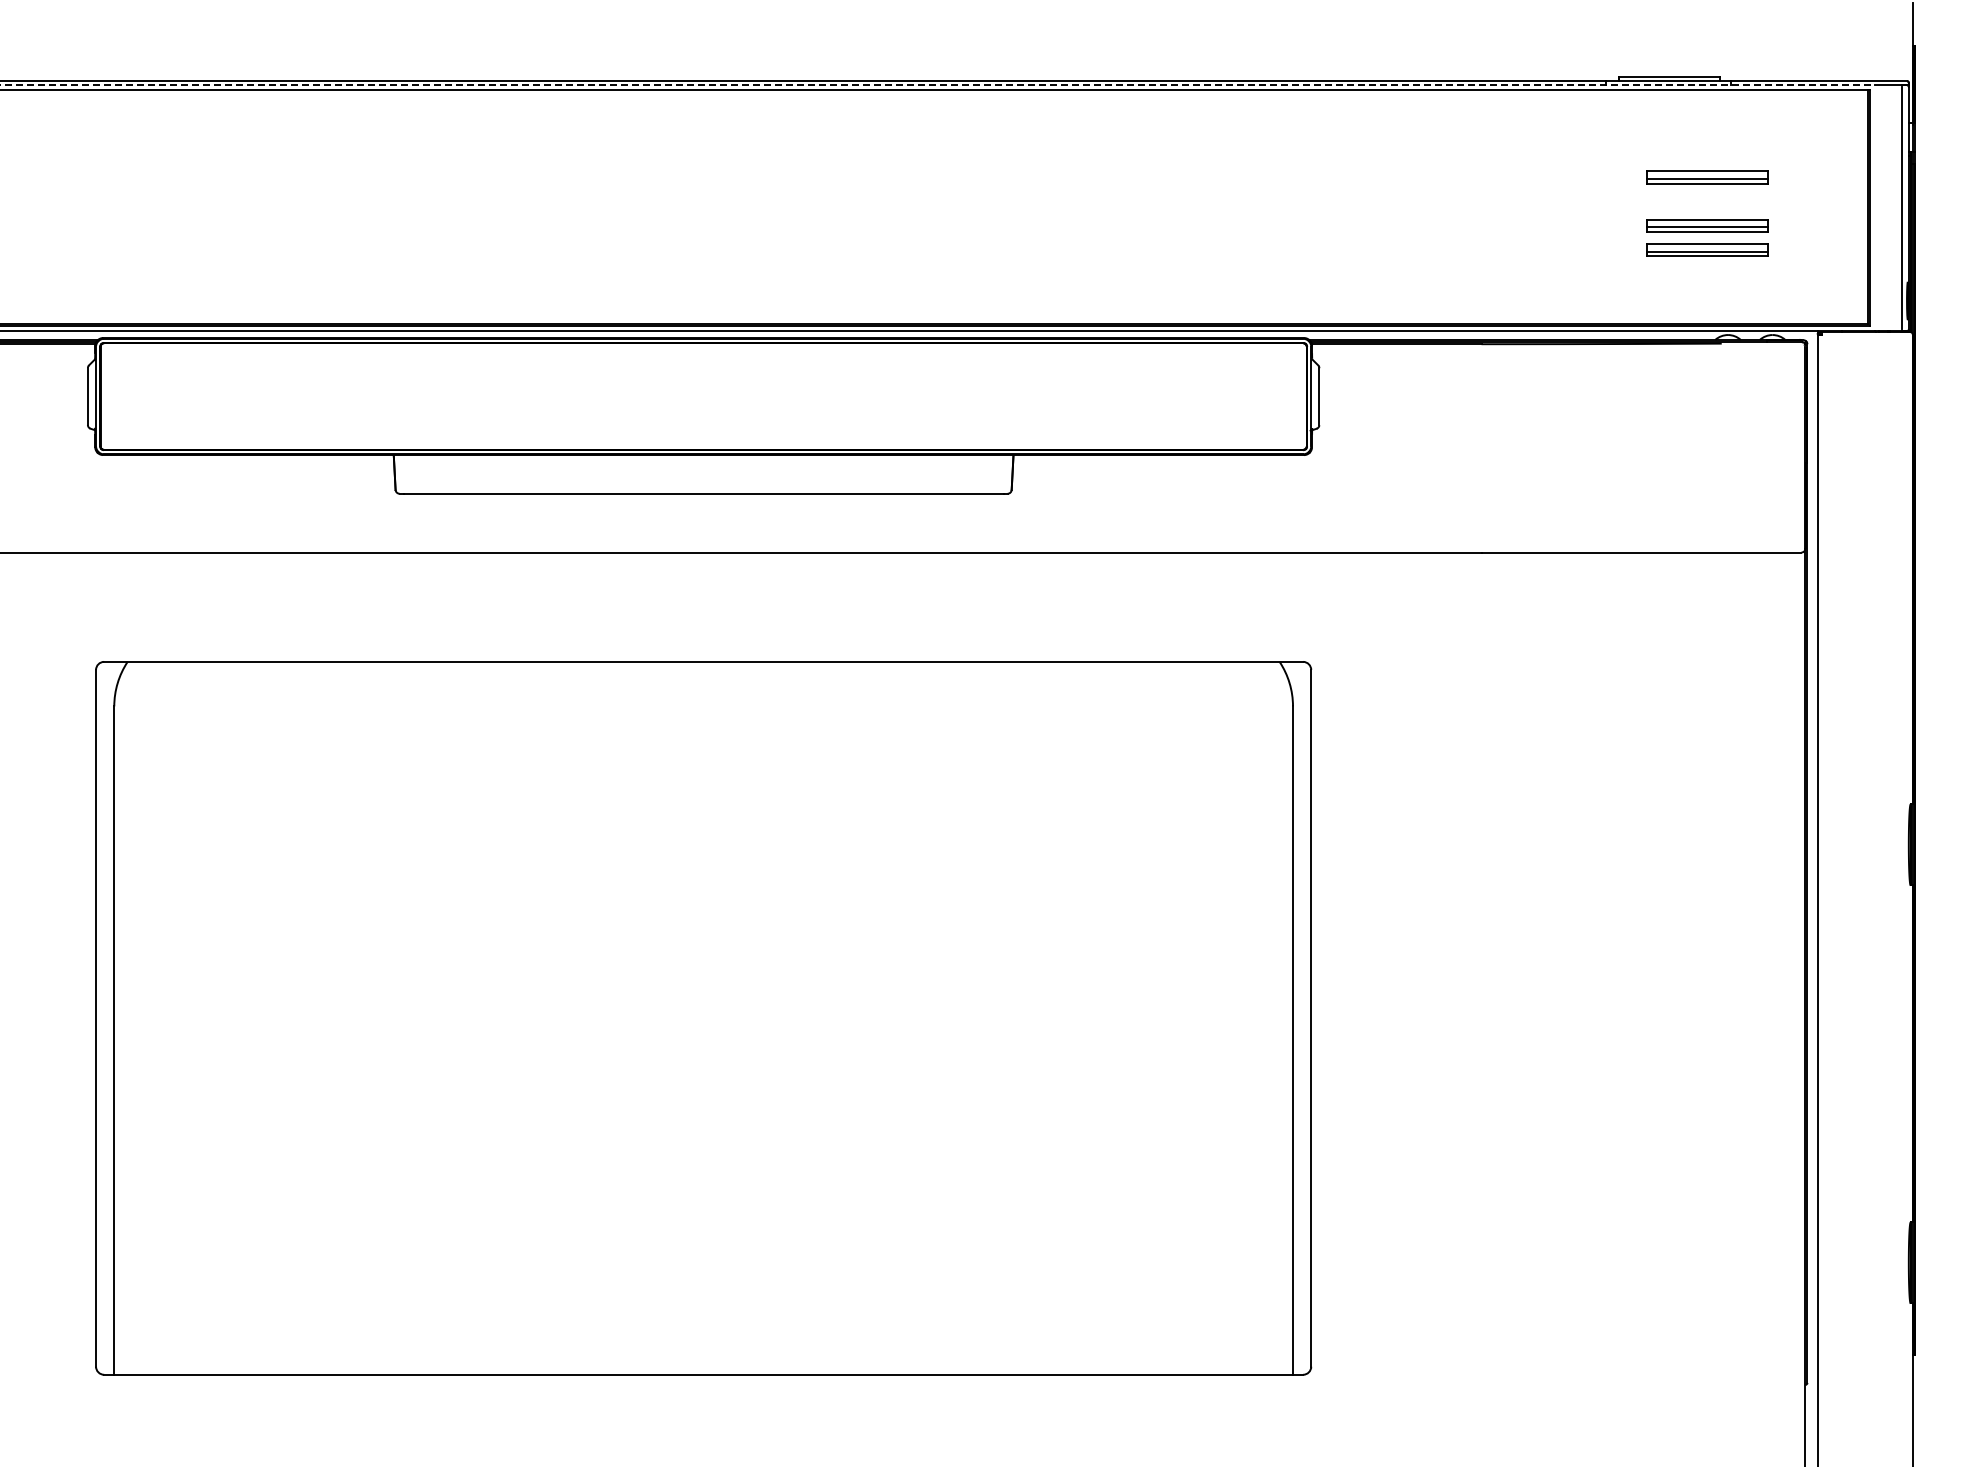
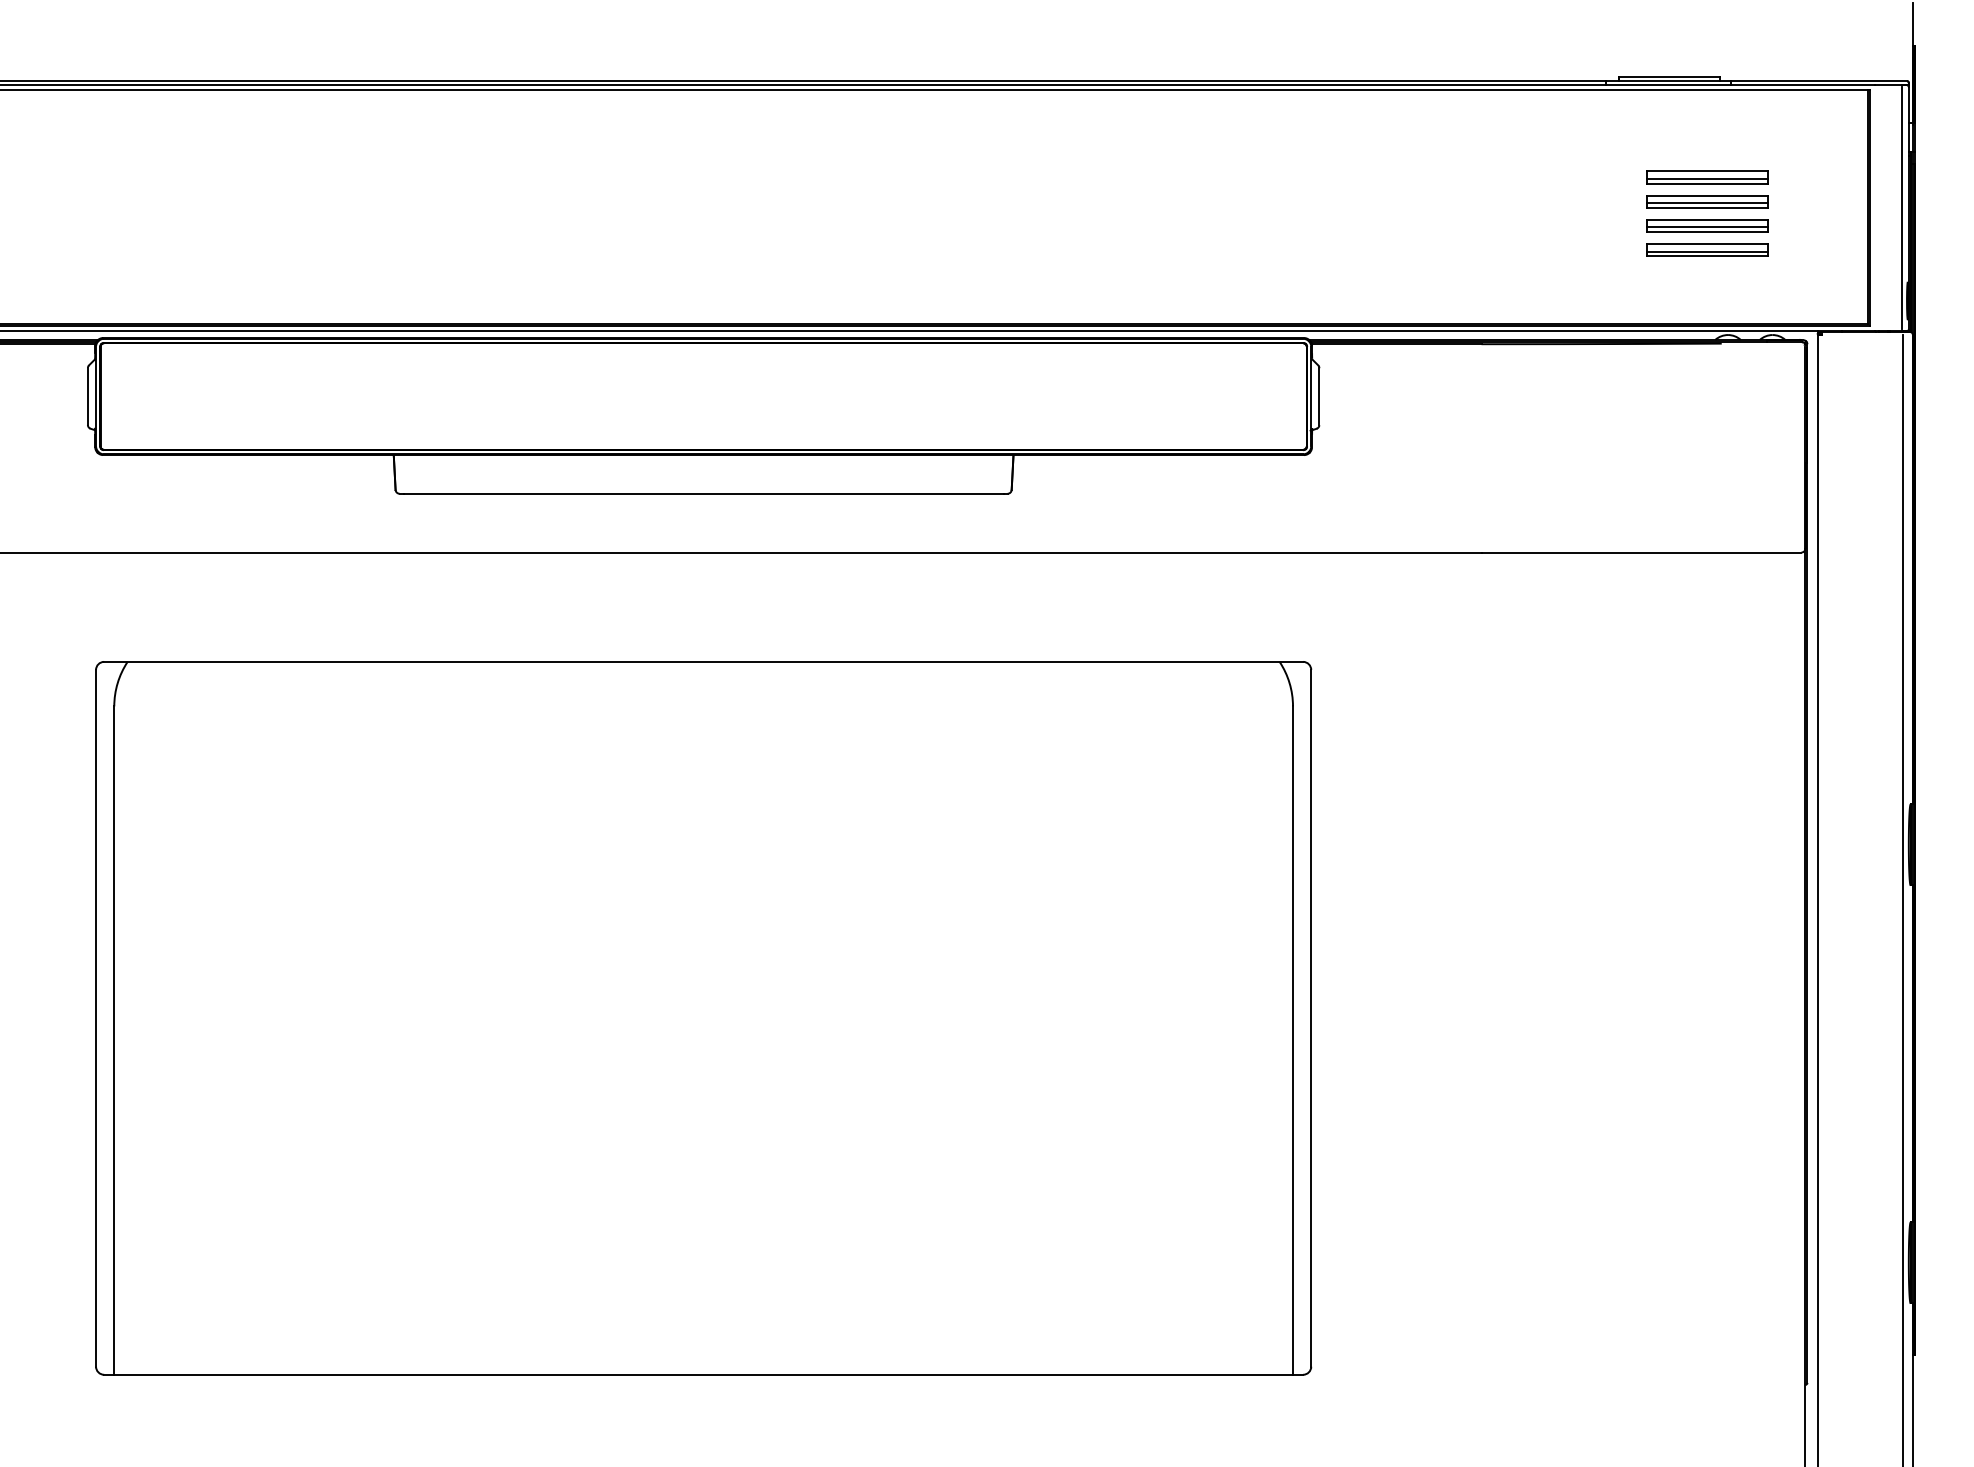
line at (938, 85): dashed -> solid
part at (1707, 201): none -> present
line at (1902, 898): none -> present
